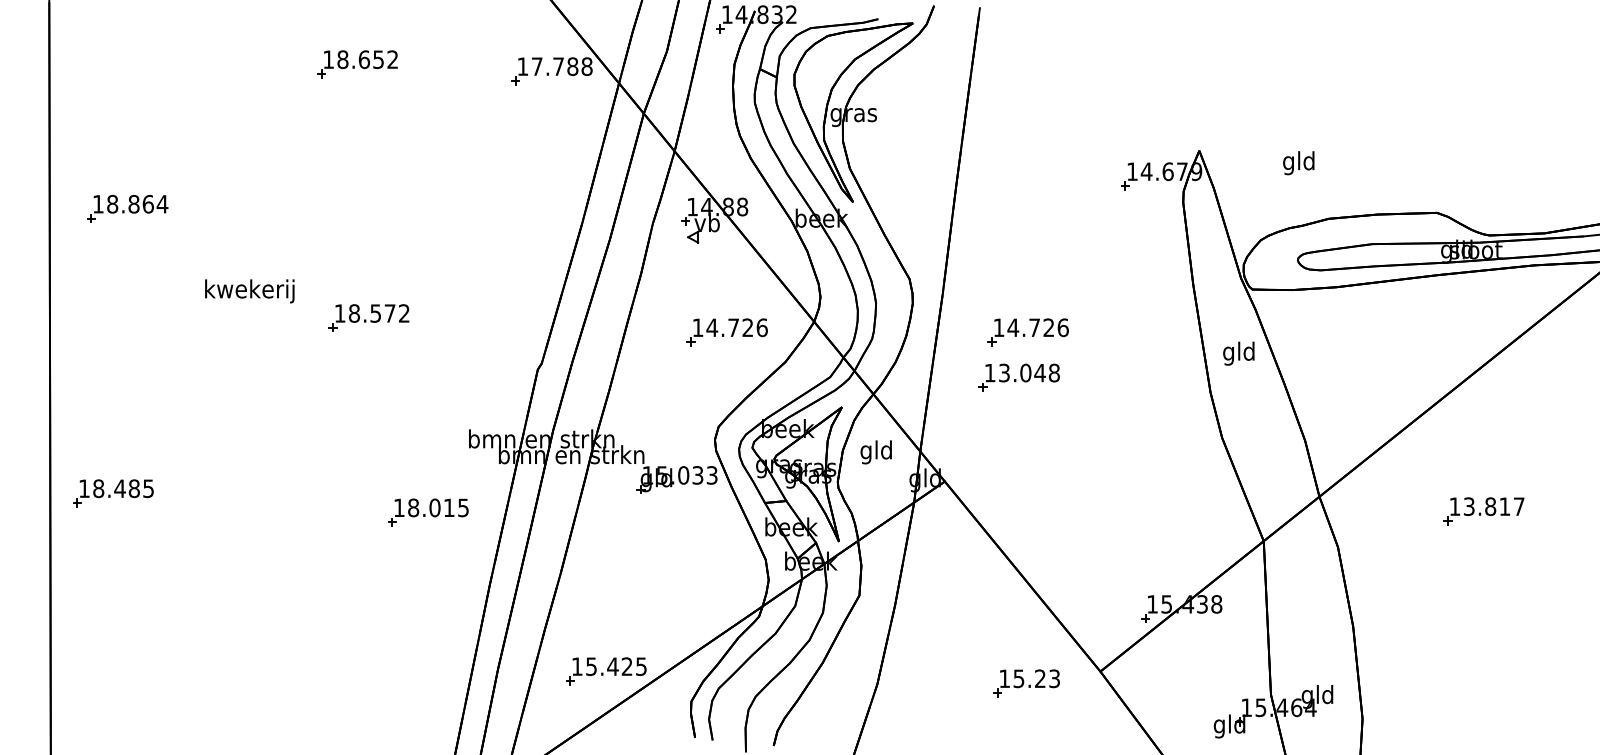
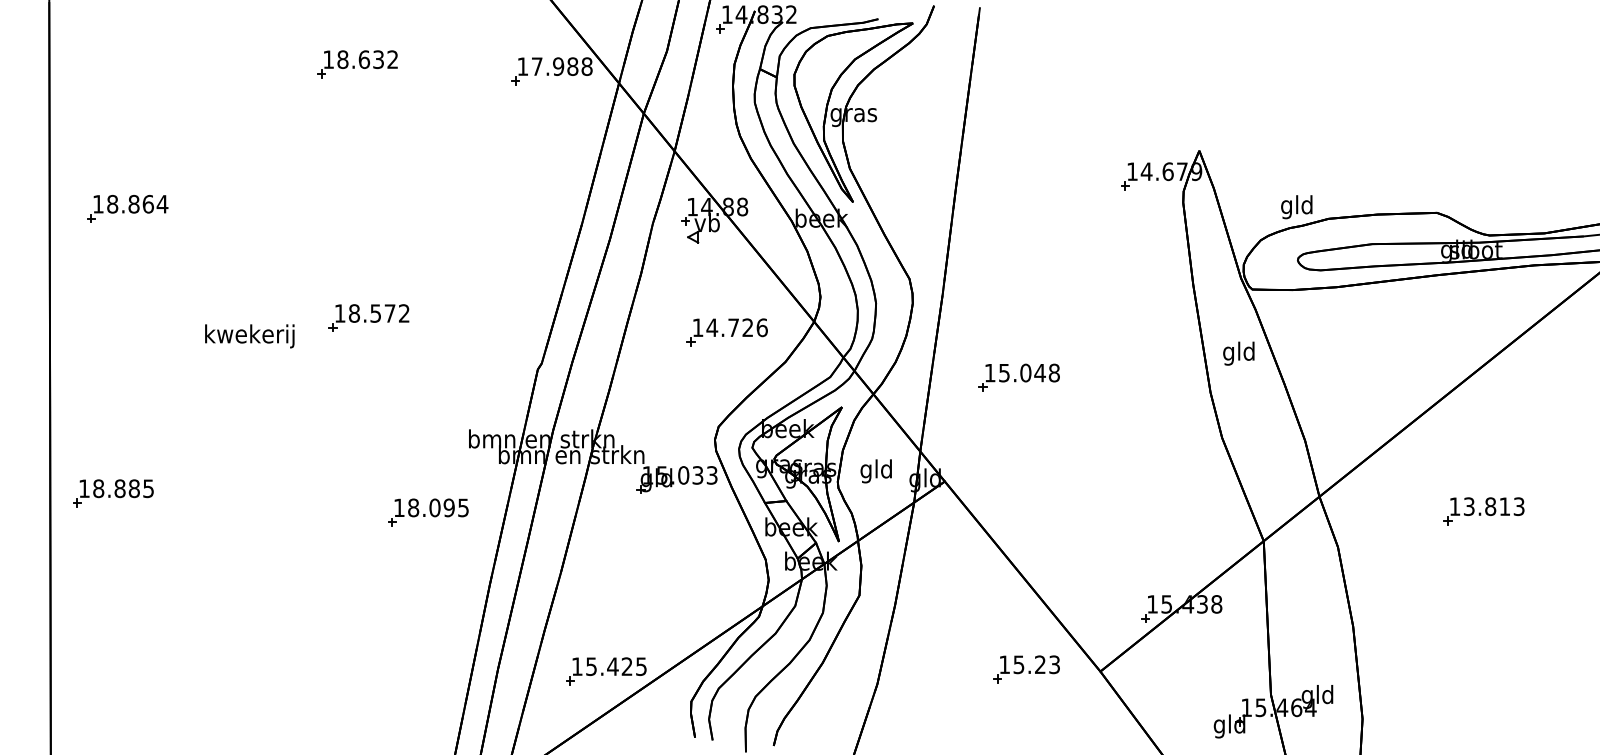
text at (378, 59): 18.652 -> 18.632
text at (558, 66): 17.788 -> 17.988
text at (1298, 163) position: (1298, 163) -> (1296, 207)
text at (249, 291) position: (249, 291) -> (249, 336)
part at (1027, 332): present -> none
text at (1004, 372): 13.048 -> 15.048
text at (875, 452) position: (875, 452) -> (875, 471)
text at (119, 488): 18.485 -> 18.885
text at (1518, 506): 13.817 -> 13.813
text at (448, 507): 18.015 -> 18.095
part at (1026, 683) position: (1026, 683) -> (1026, 669)
